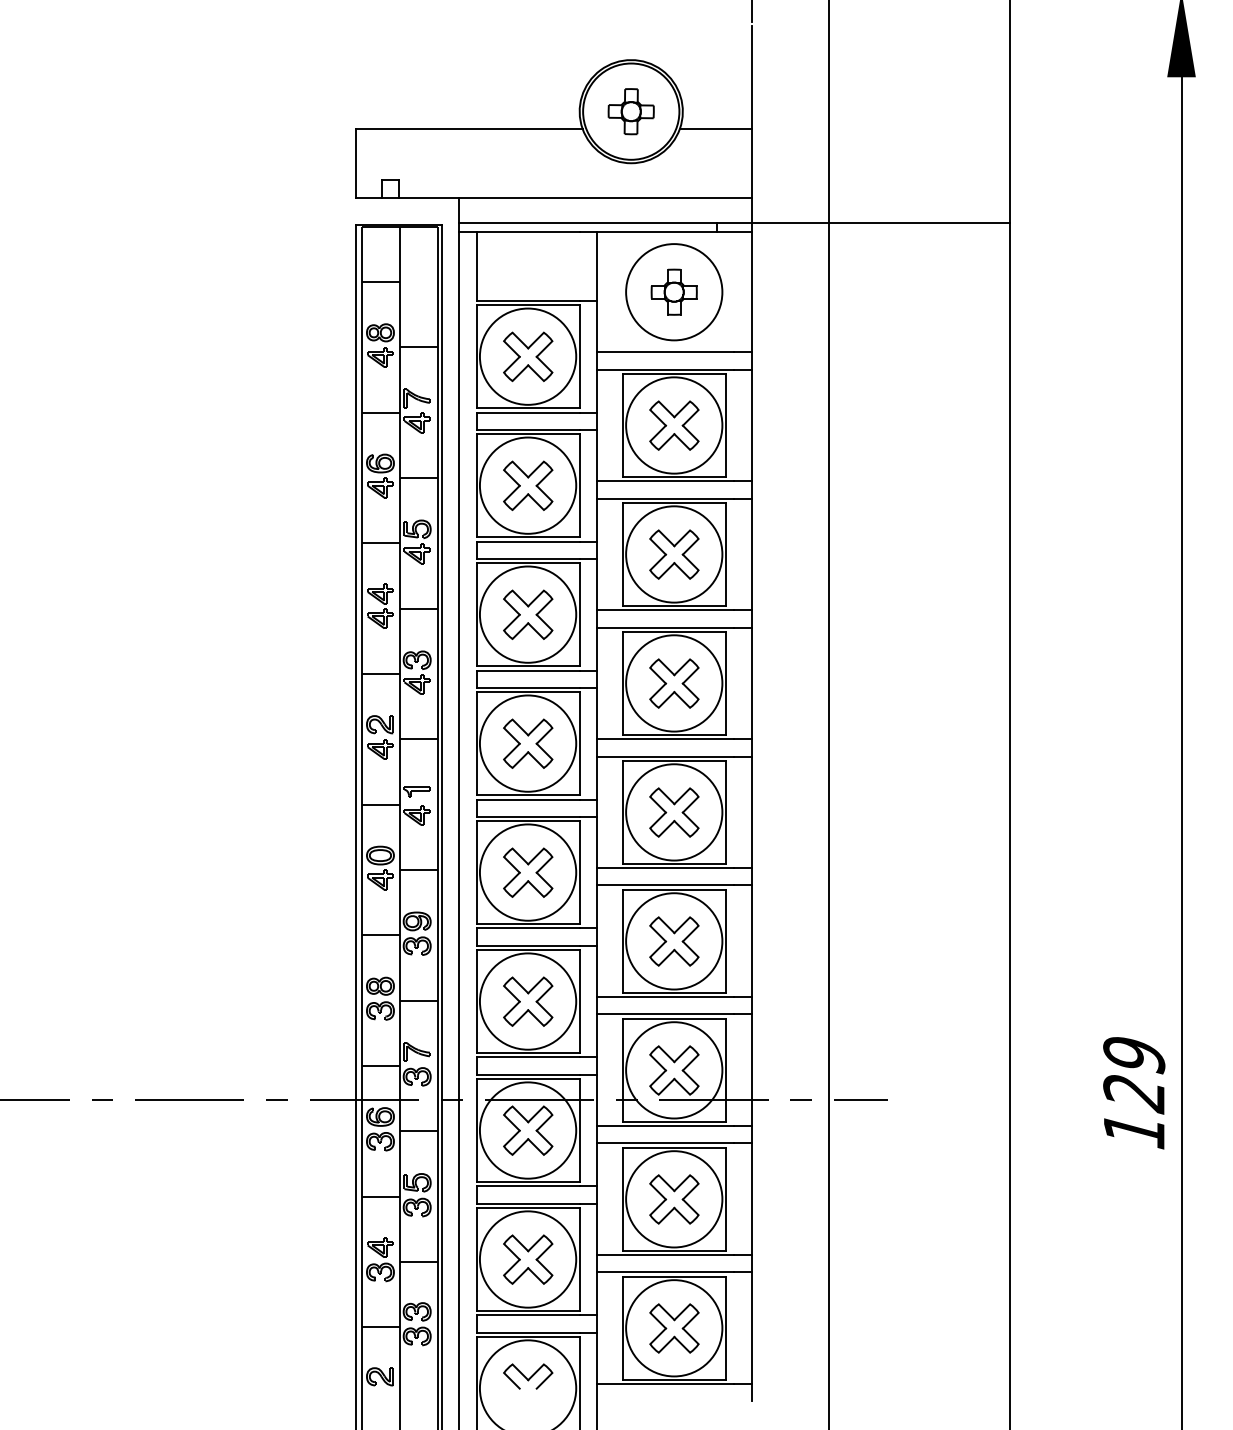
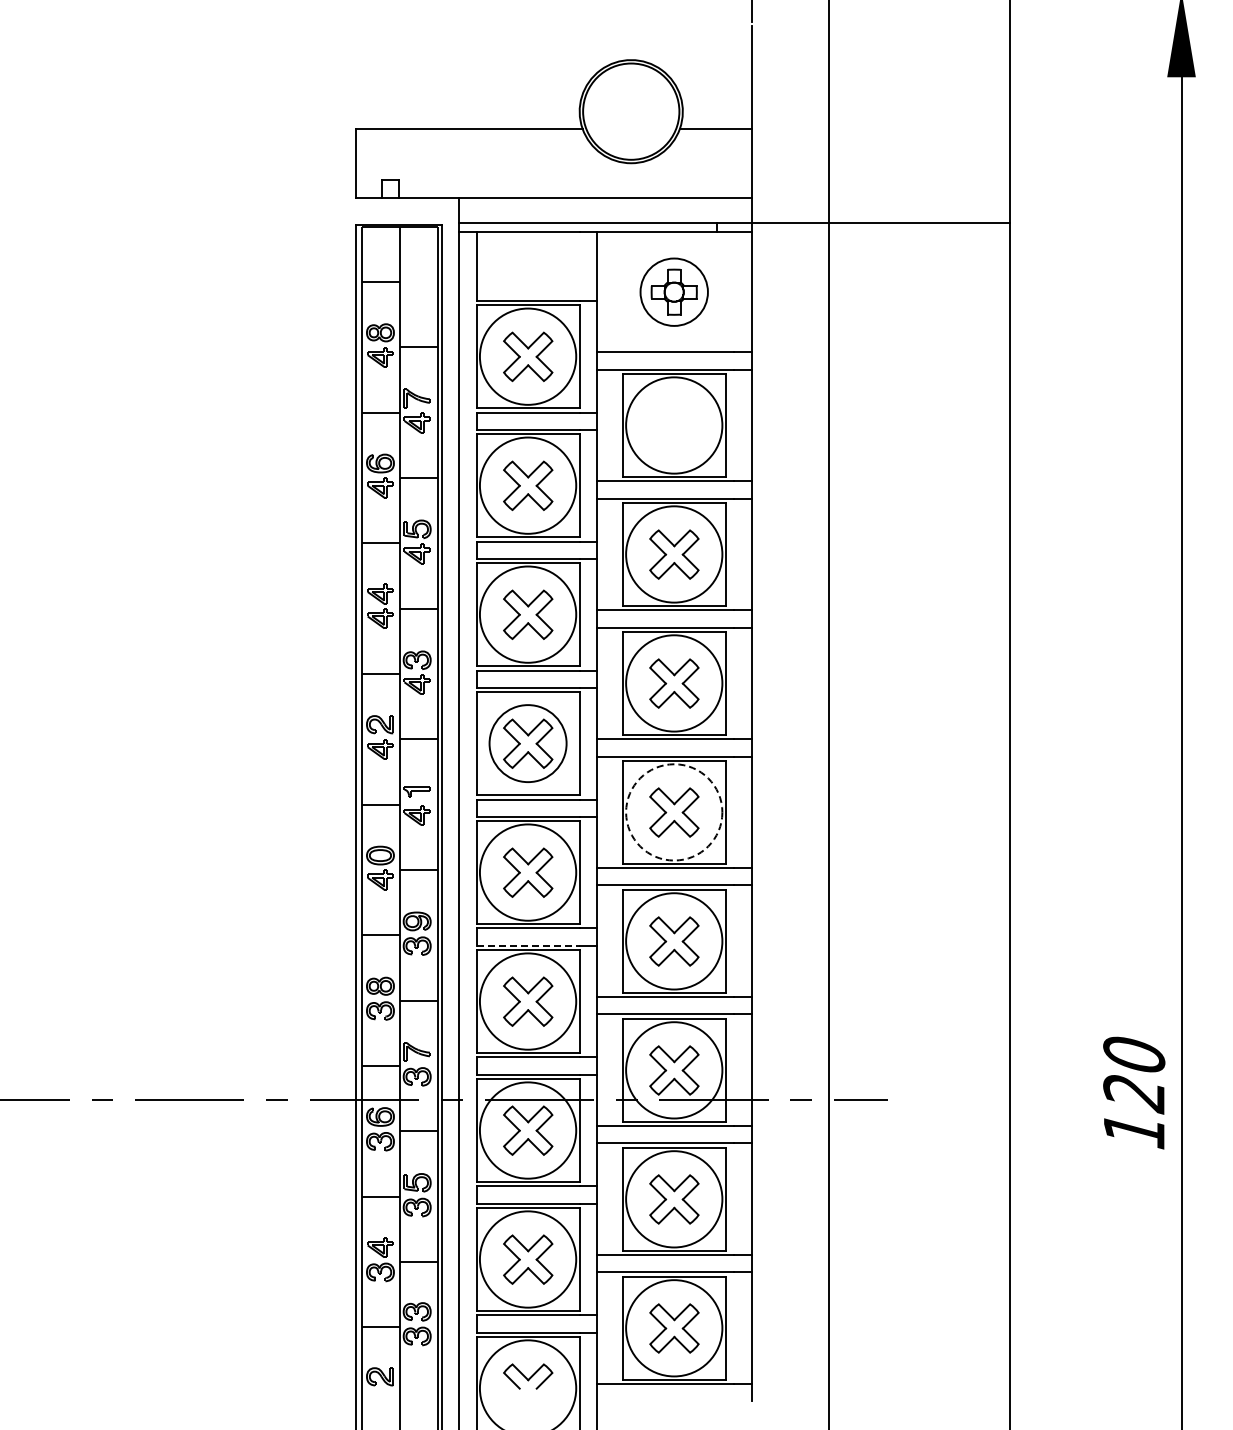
part at (630, 111): present -> none
circle at (674, 292) diameter: 96 px -> 67 px
part at (674, 425): present -> none
circle at (527, 743) diameter: 96 px -> 77 px
circle at (674, 812): solid -> dashed
line at (528, 945): solid -> dashed
text at (1134, 1055): 129 -> 120
